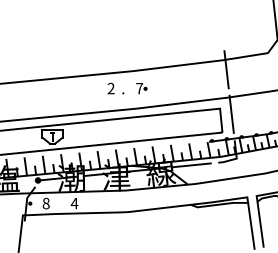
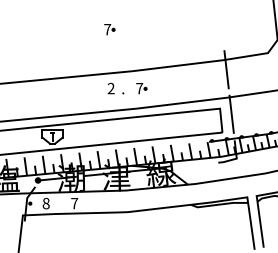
part at (109, 29): none -> present
line at (191, 165): present -> none
text at (74, 203): 4 -> 7
